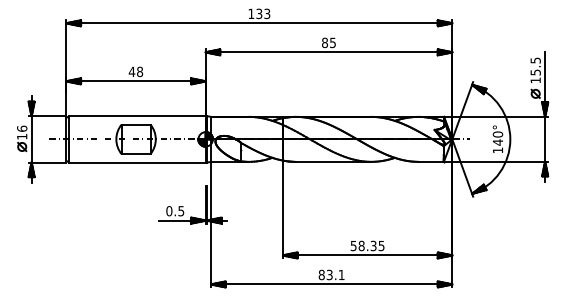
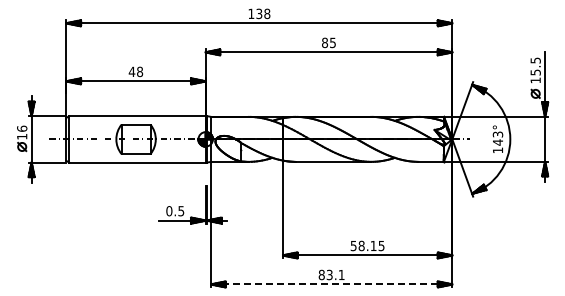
text at (267, 13): 133 -> 138
text at (497, 134): 140° -> 143°
text at (373, 245): 58.35 -> 58.15
line at (331, 284): solid -> dashed
